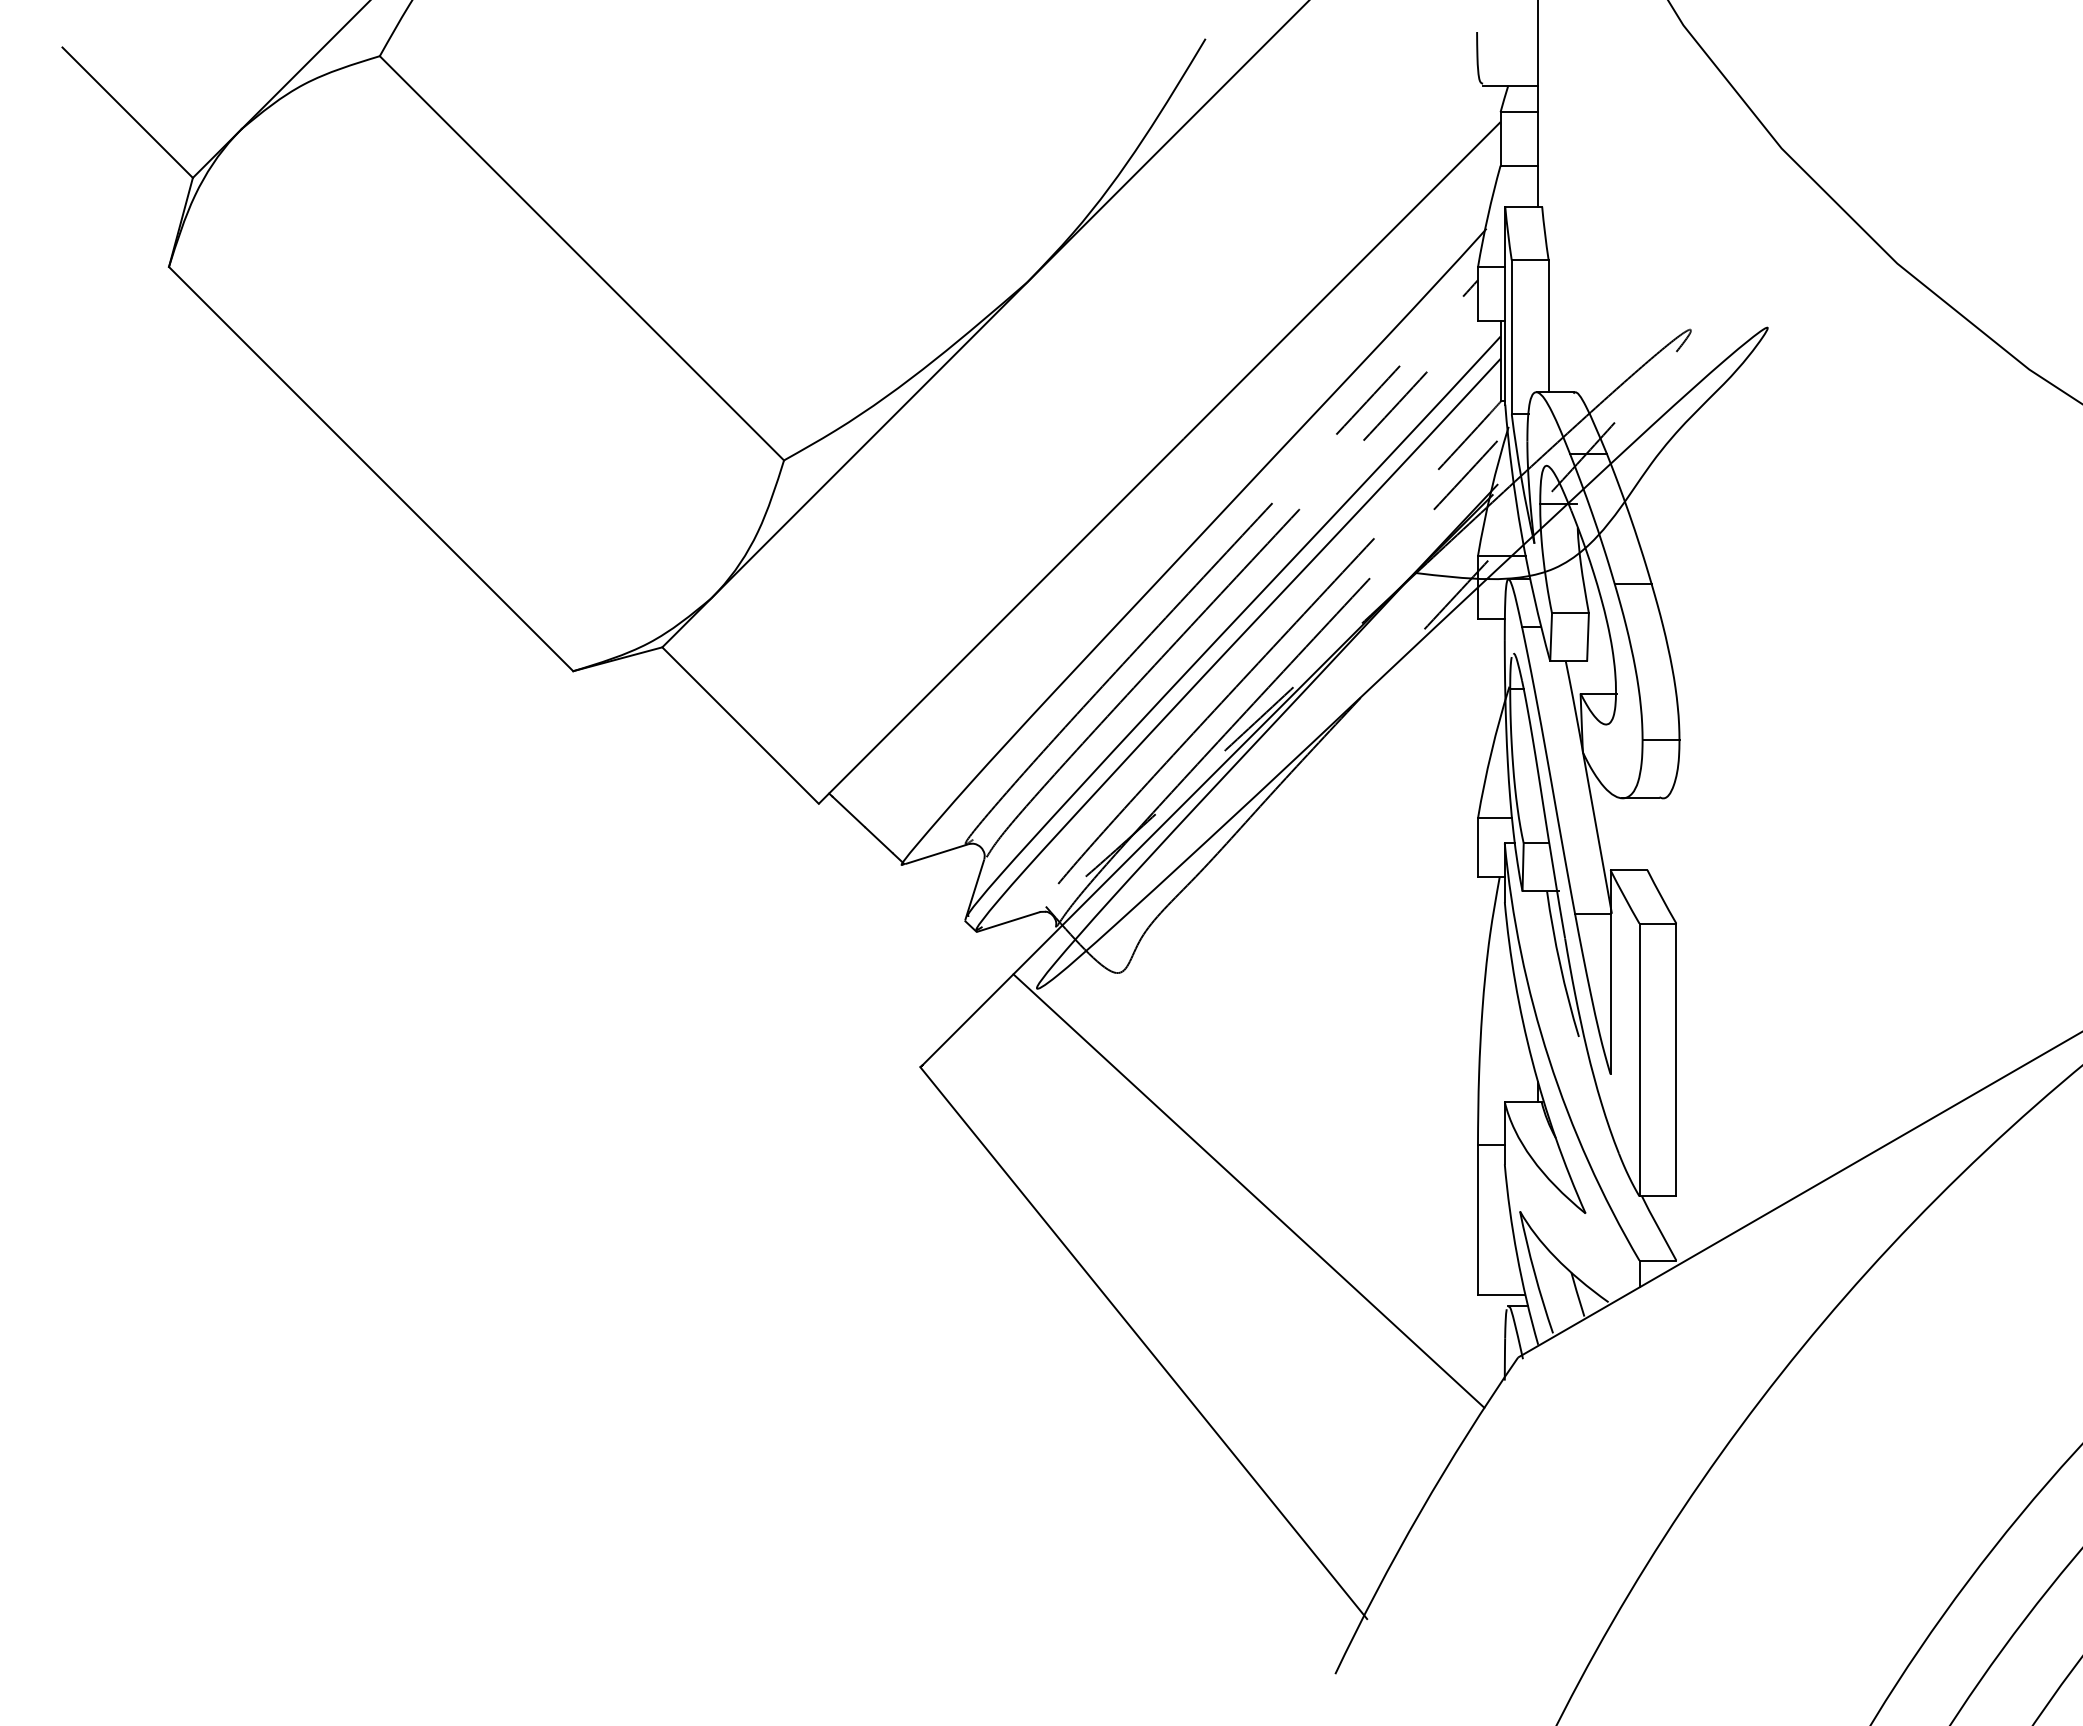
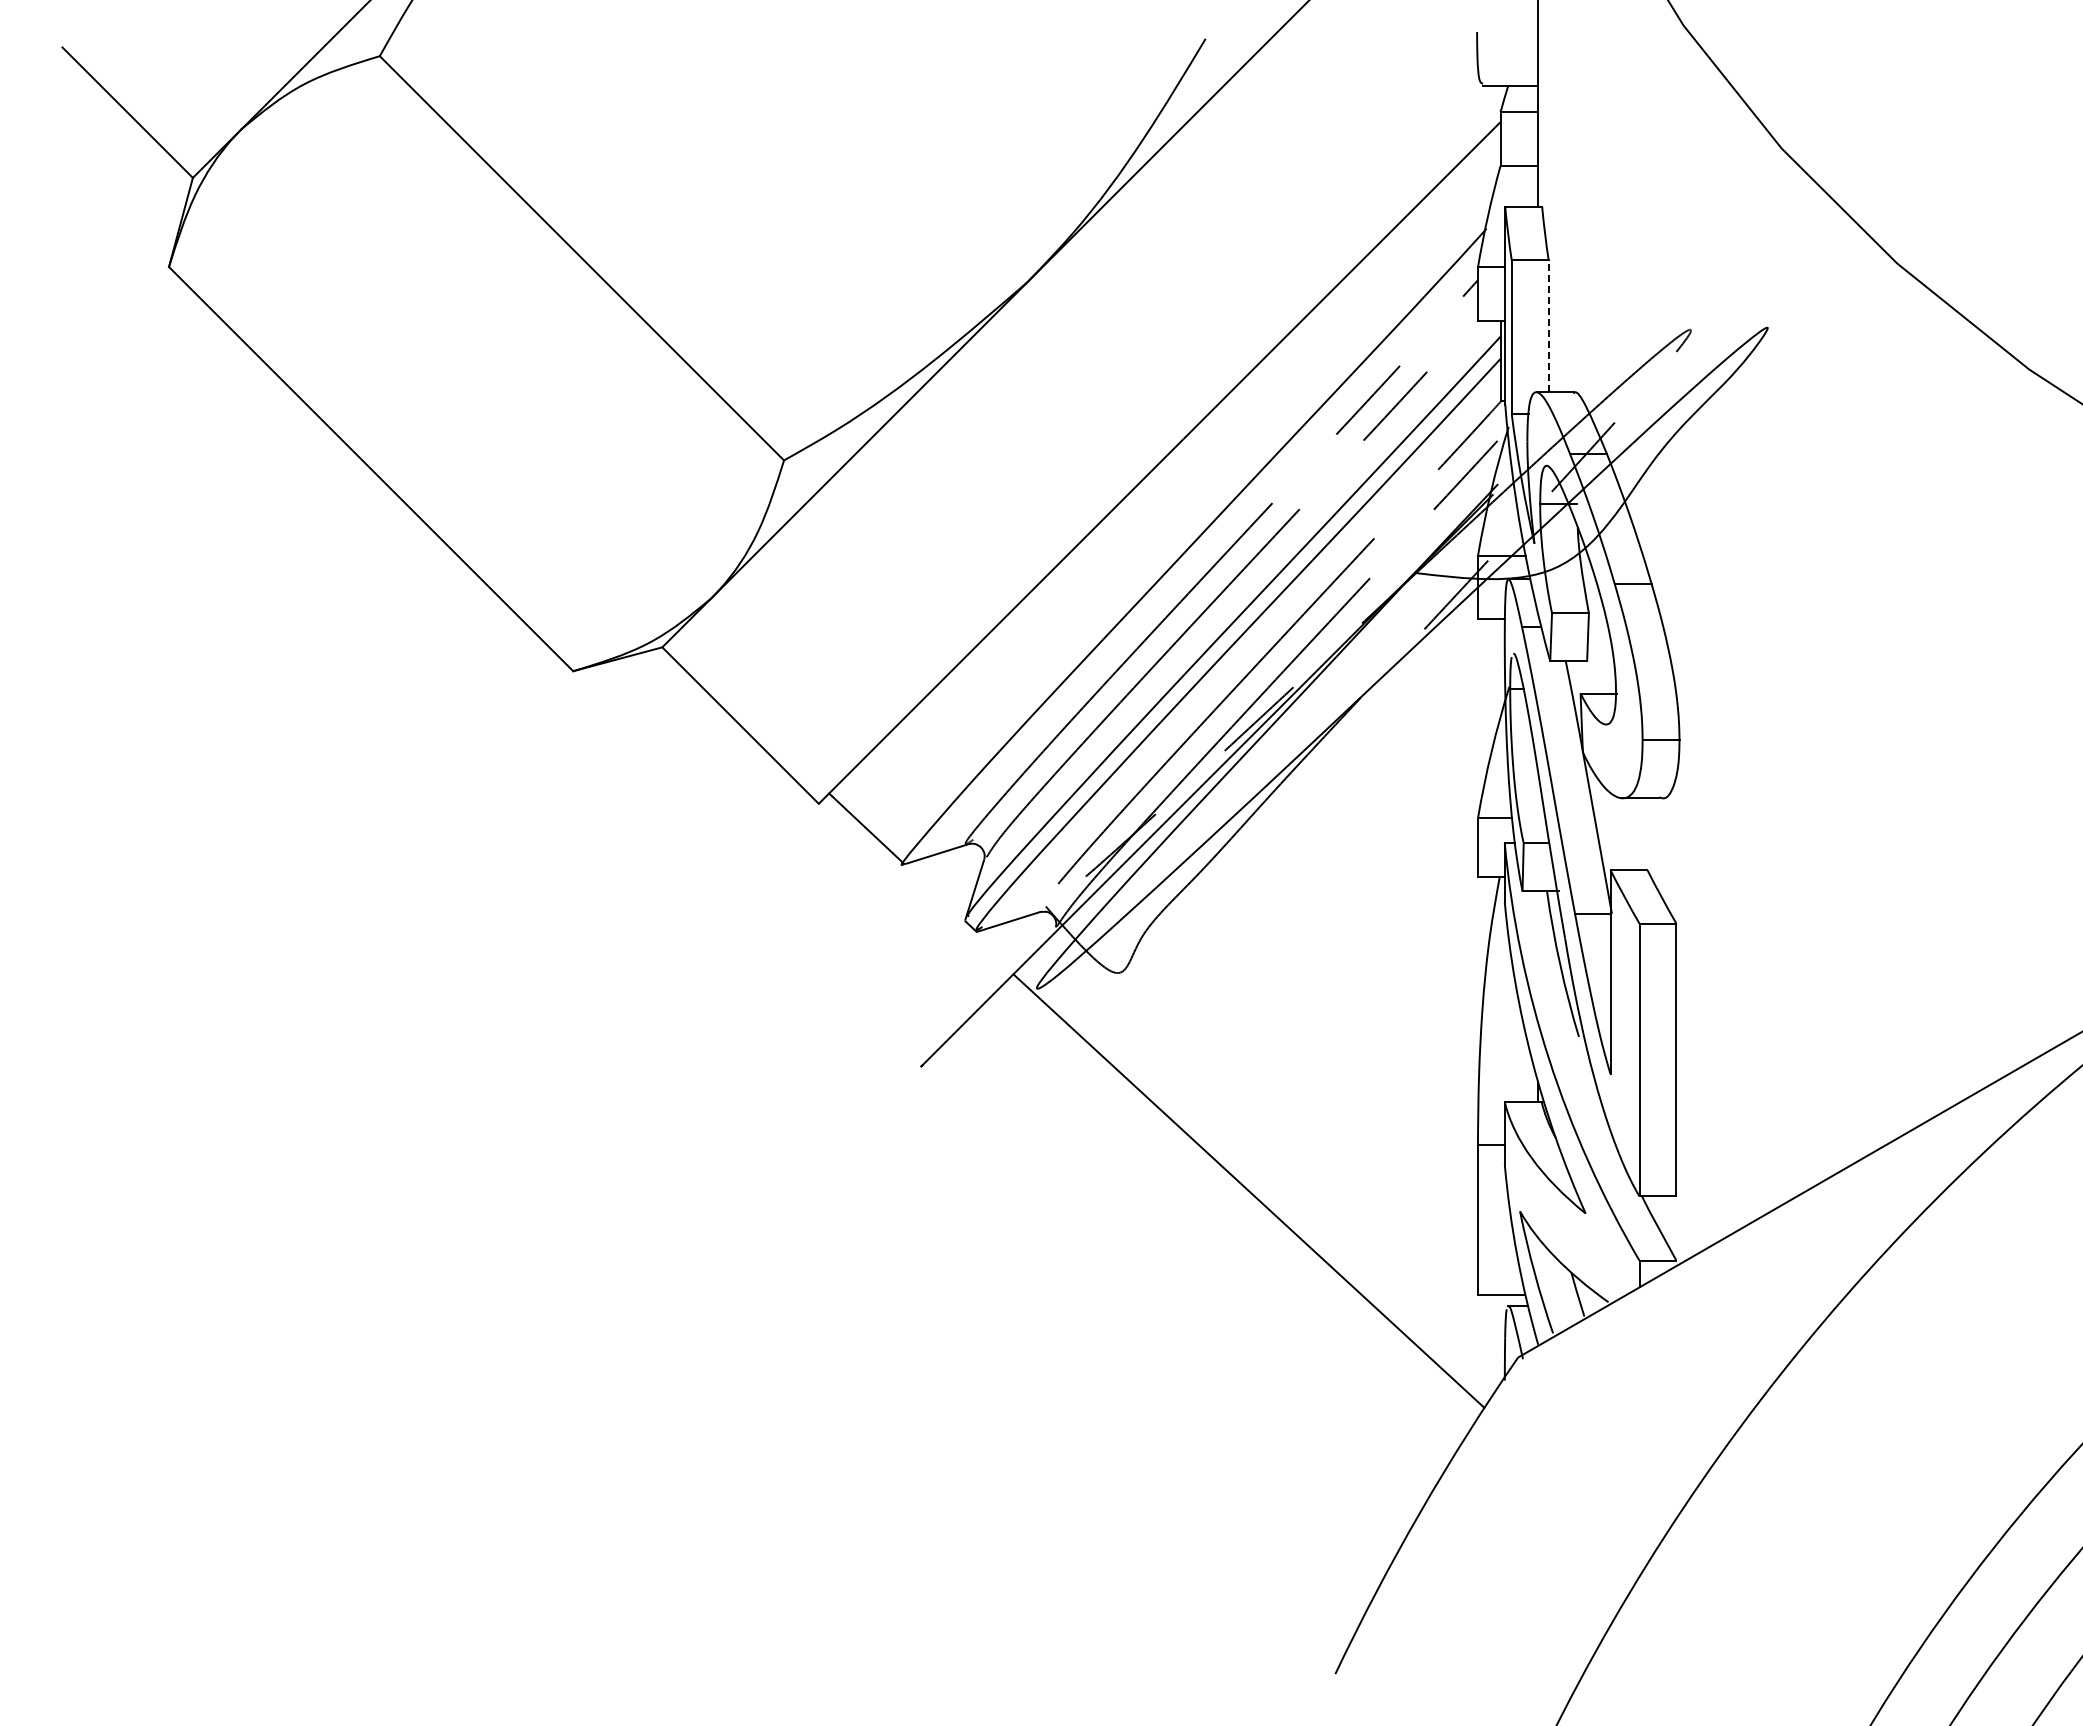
line at (1548, 325): solid -> dashed
line at (1143, 1343): present -> none
